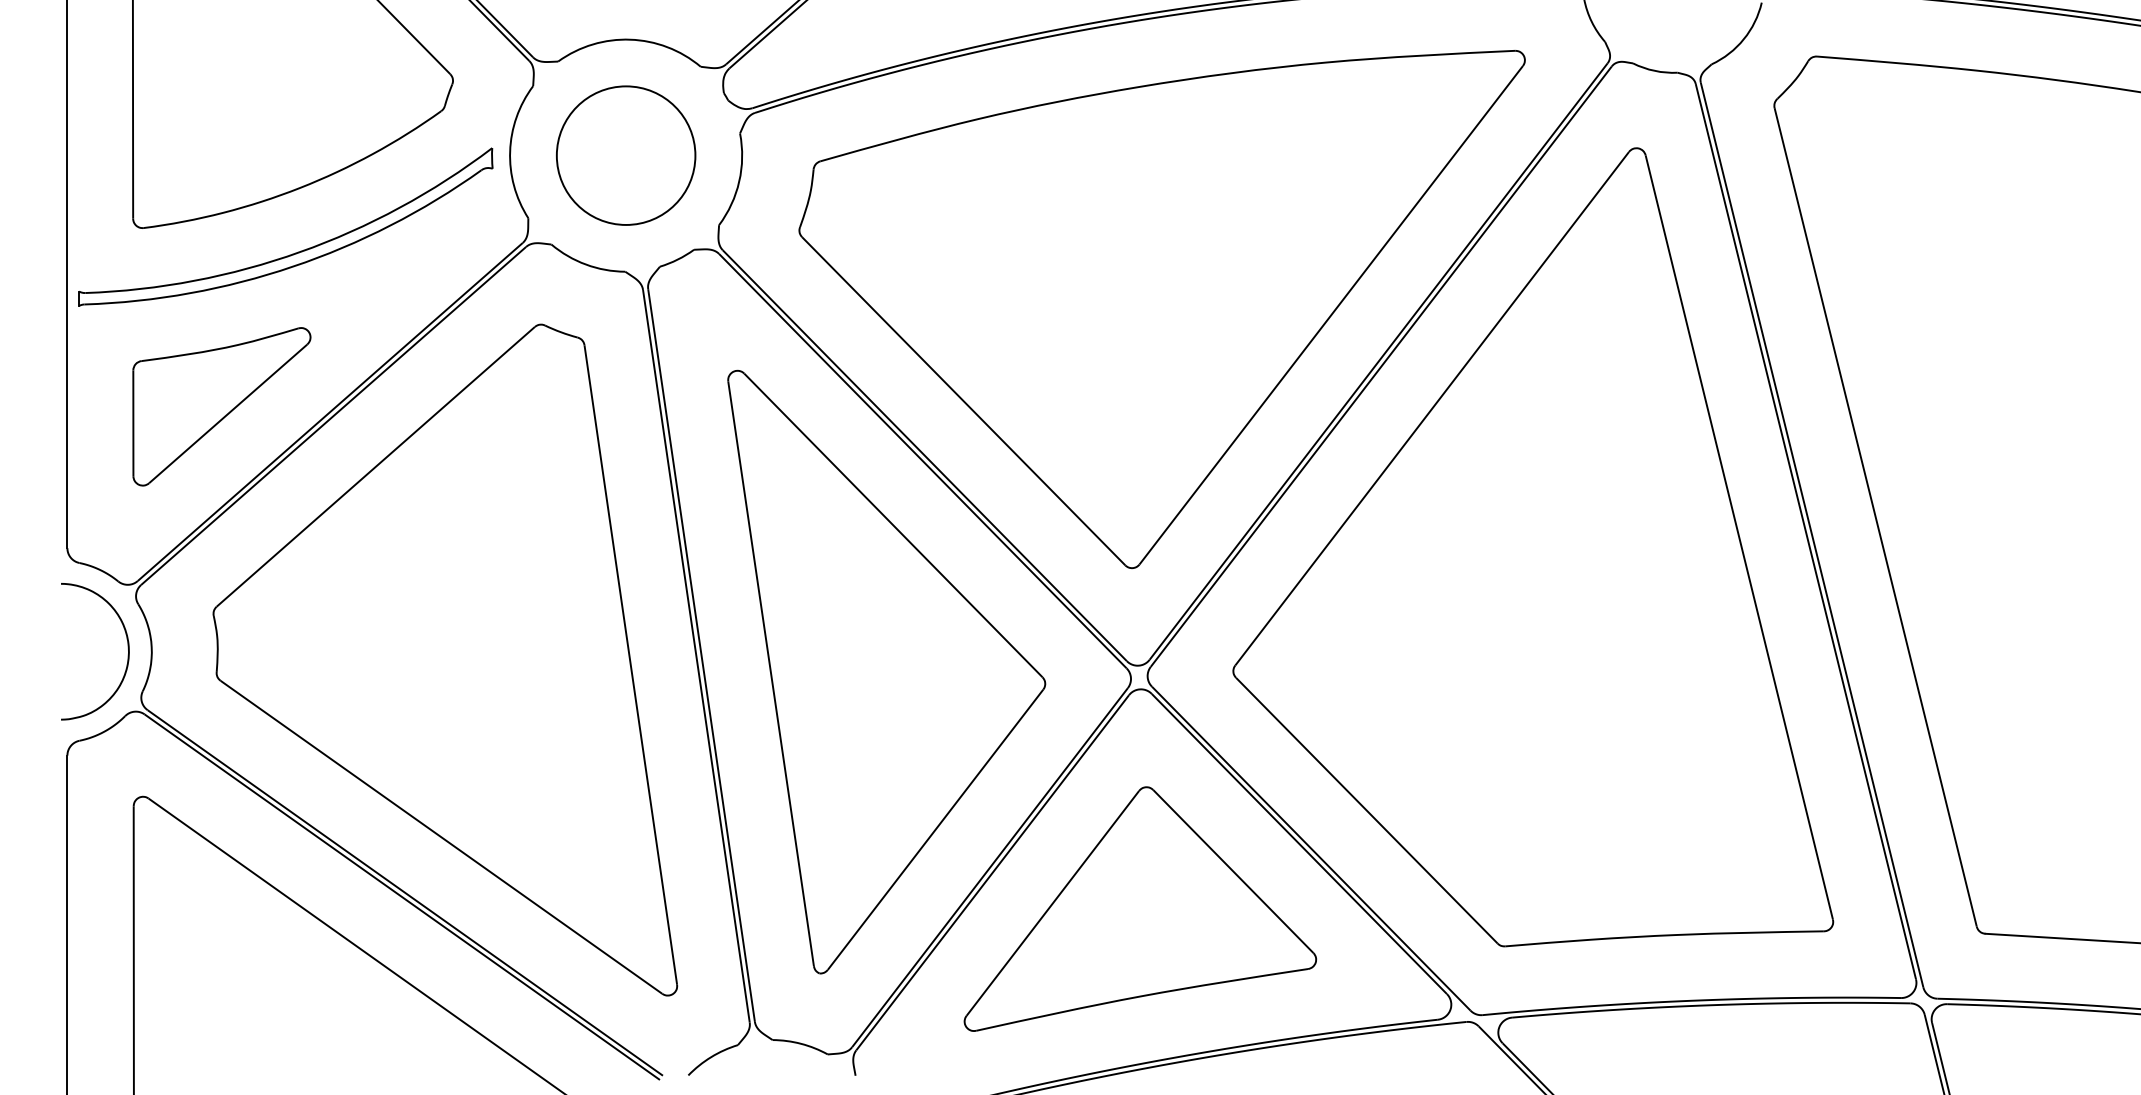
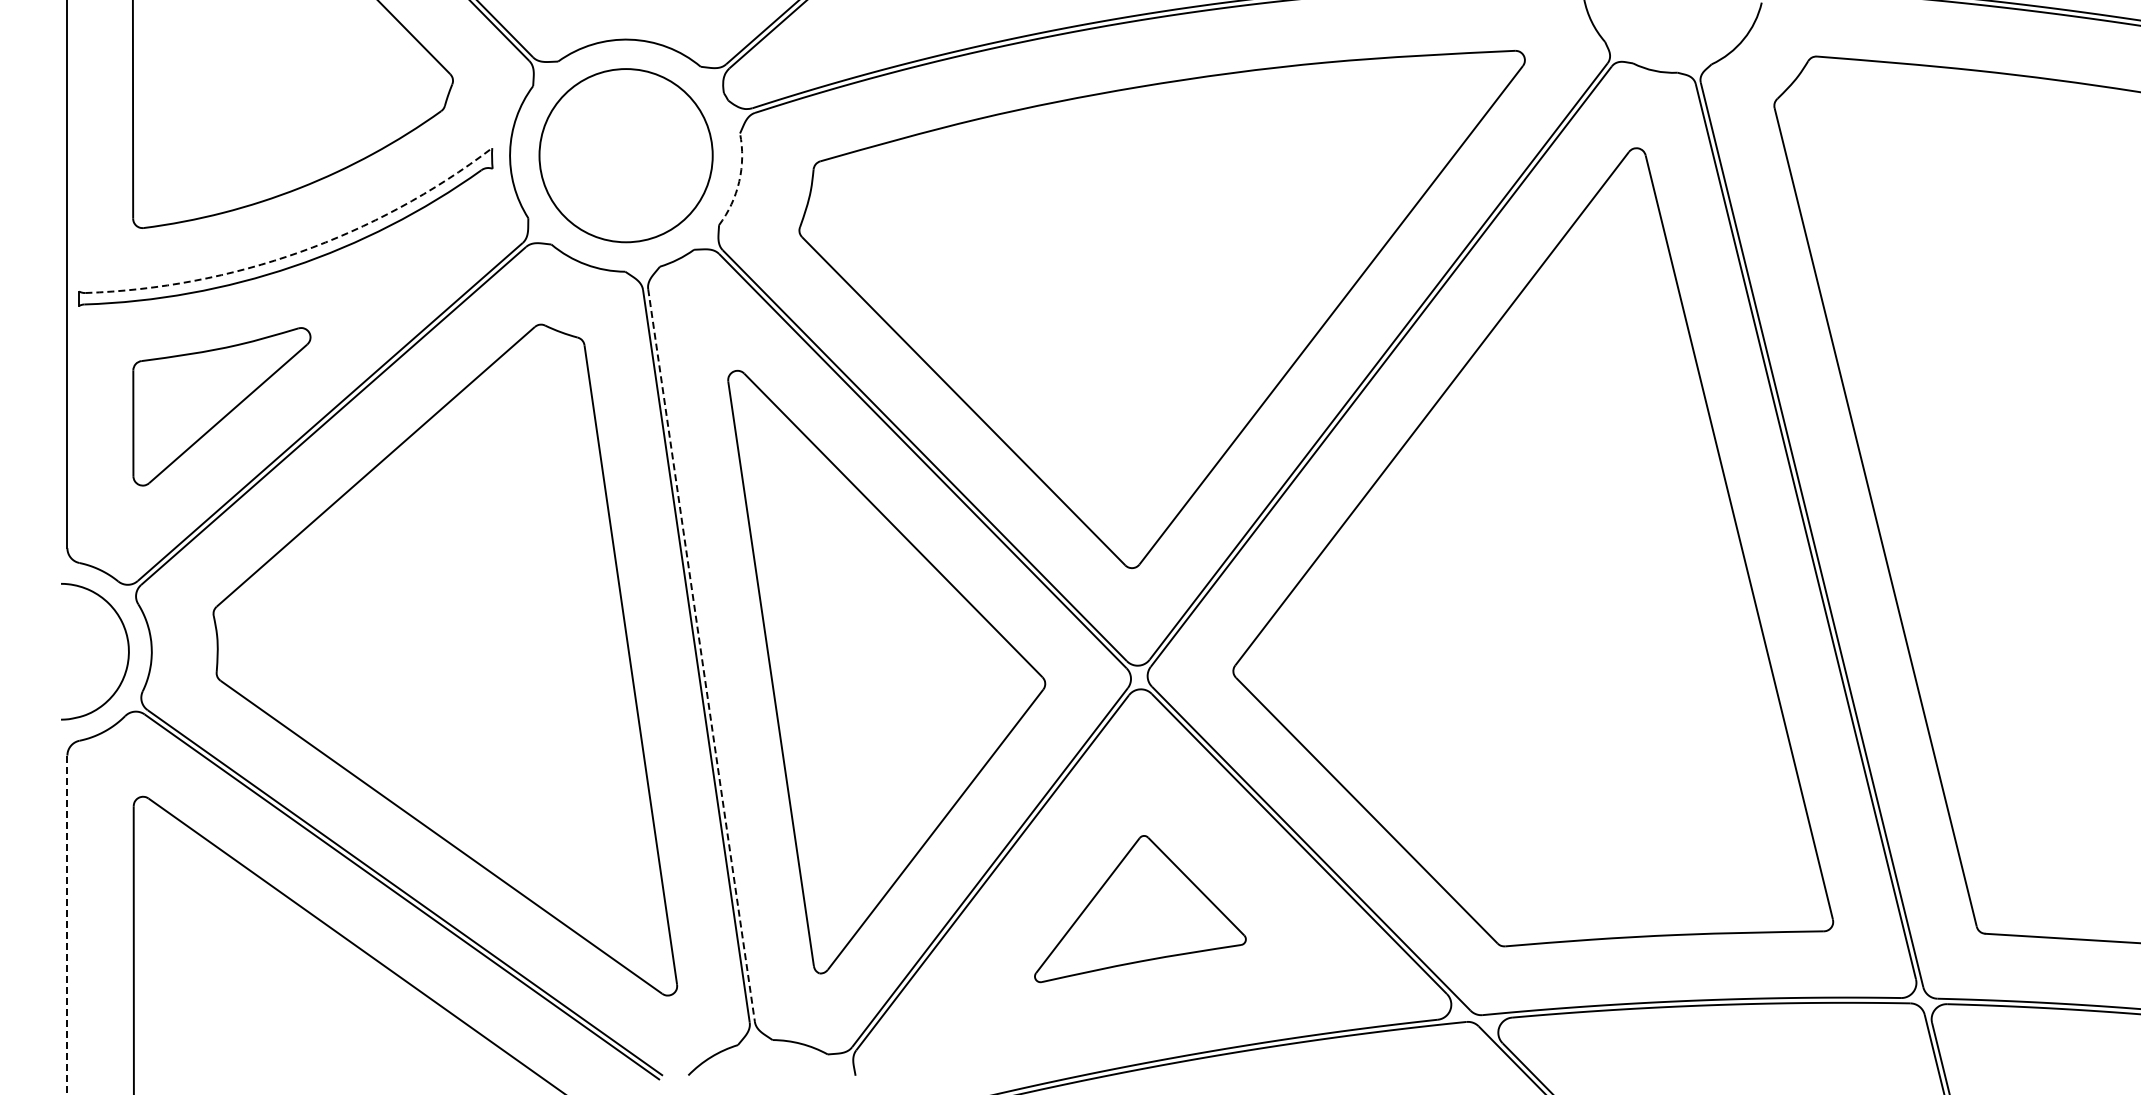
circle at (625, 155) diameter: 139 px -> 173 px
arc at (739, 181): solid -> dashed
arc at (300, 252): solid -> dashed
line at (701, 655): solid -> dashed
part at (1140, 908) size: 355x246 px -> 213x149 px
line at (67, 925): solid -> dashed
